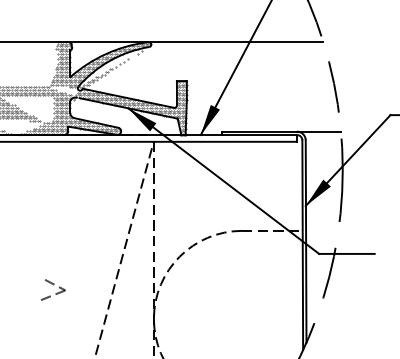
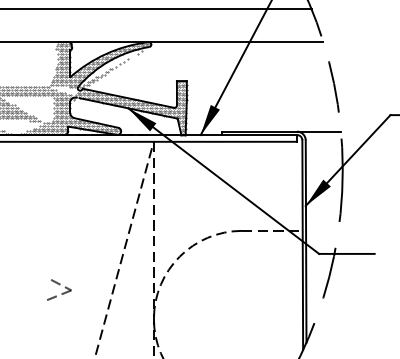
line at (156, 9): none -> present
part at (53, 289) position: (53, 289) -> (59, 289)
